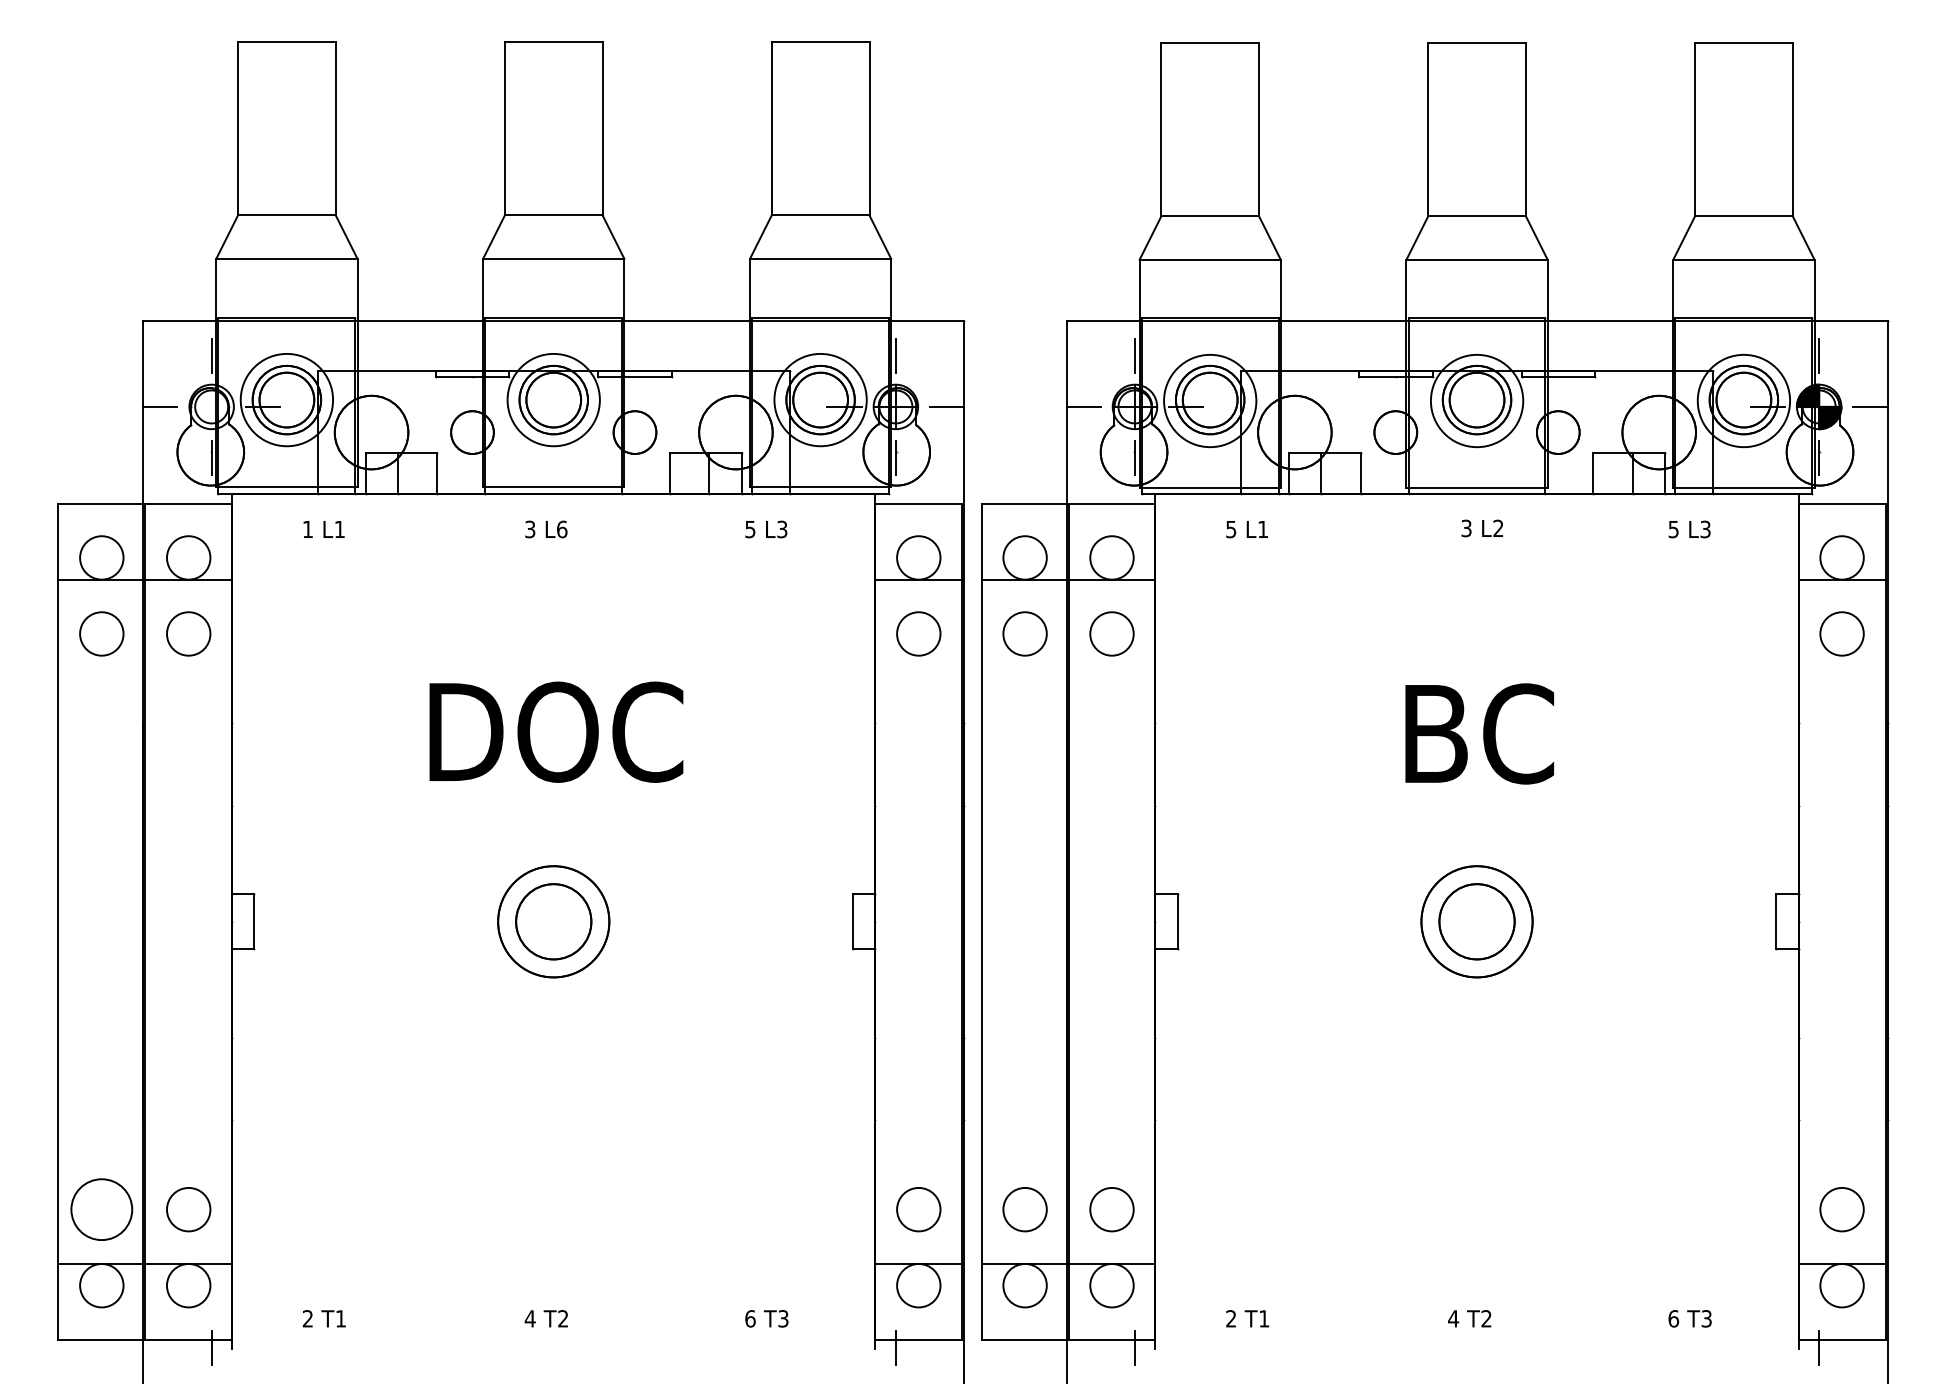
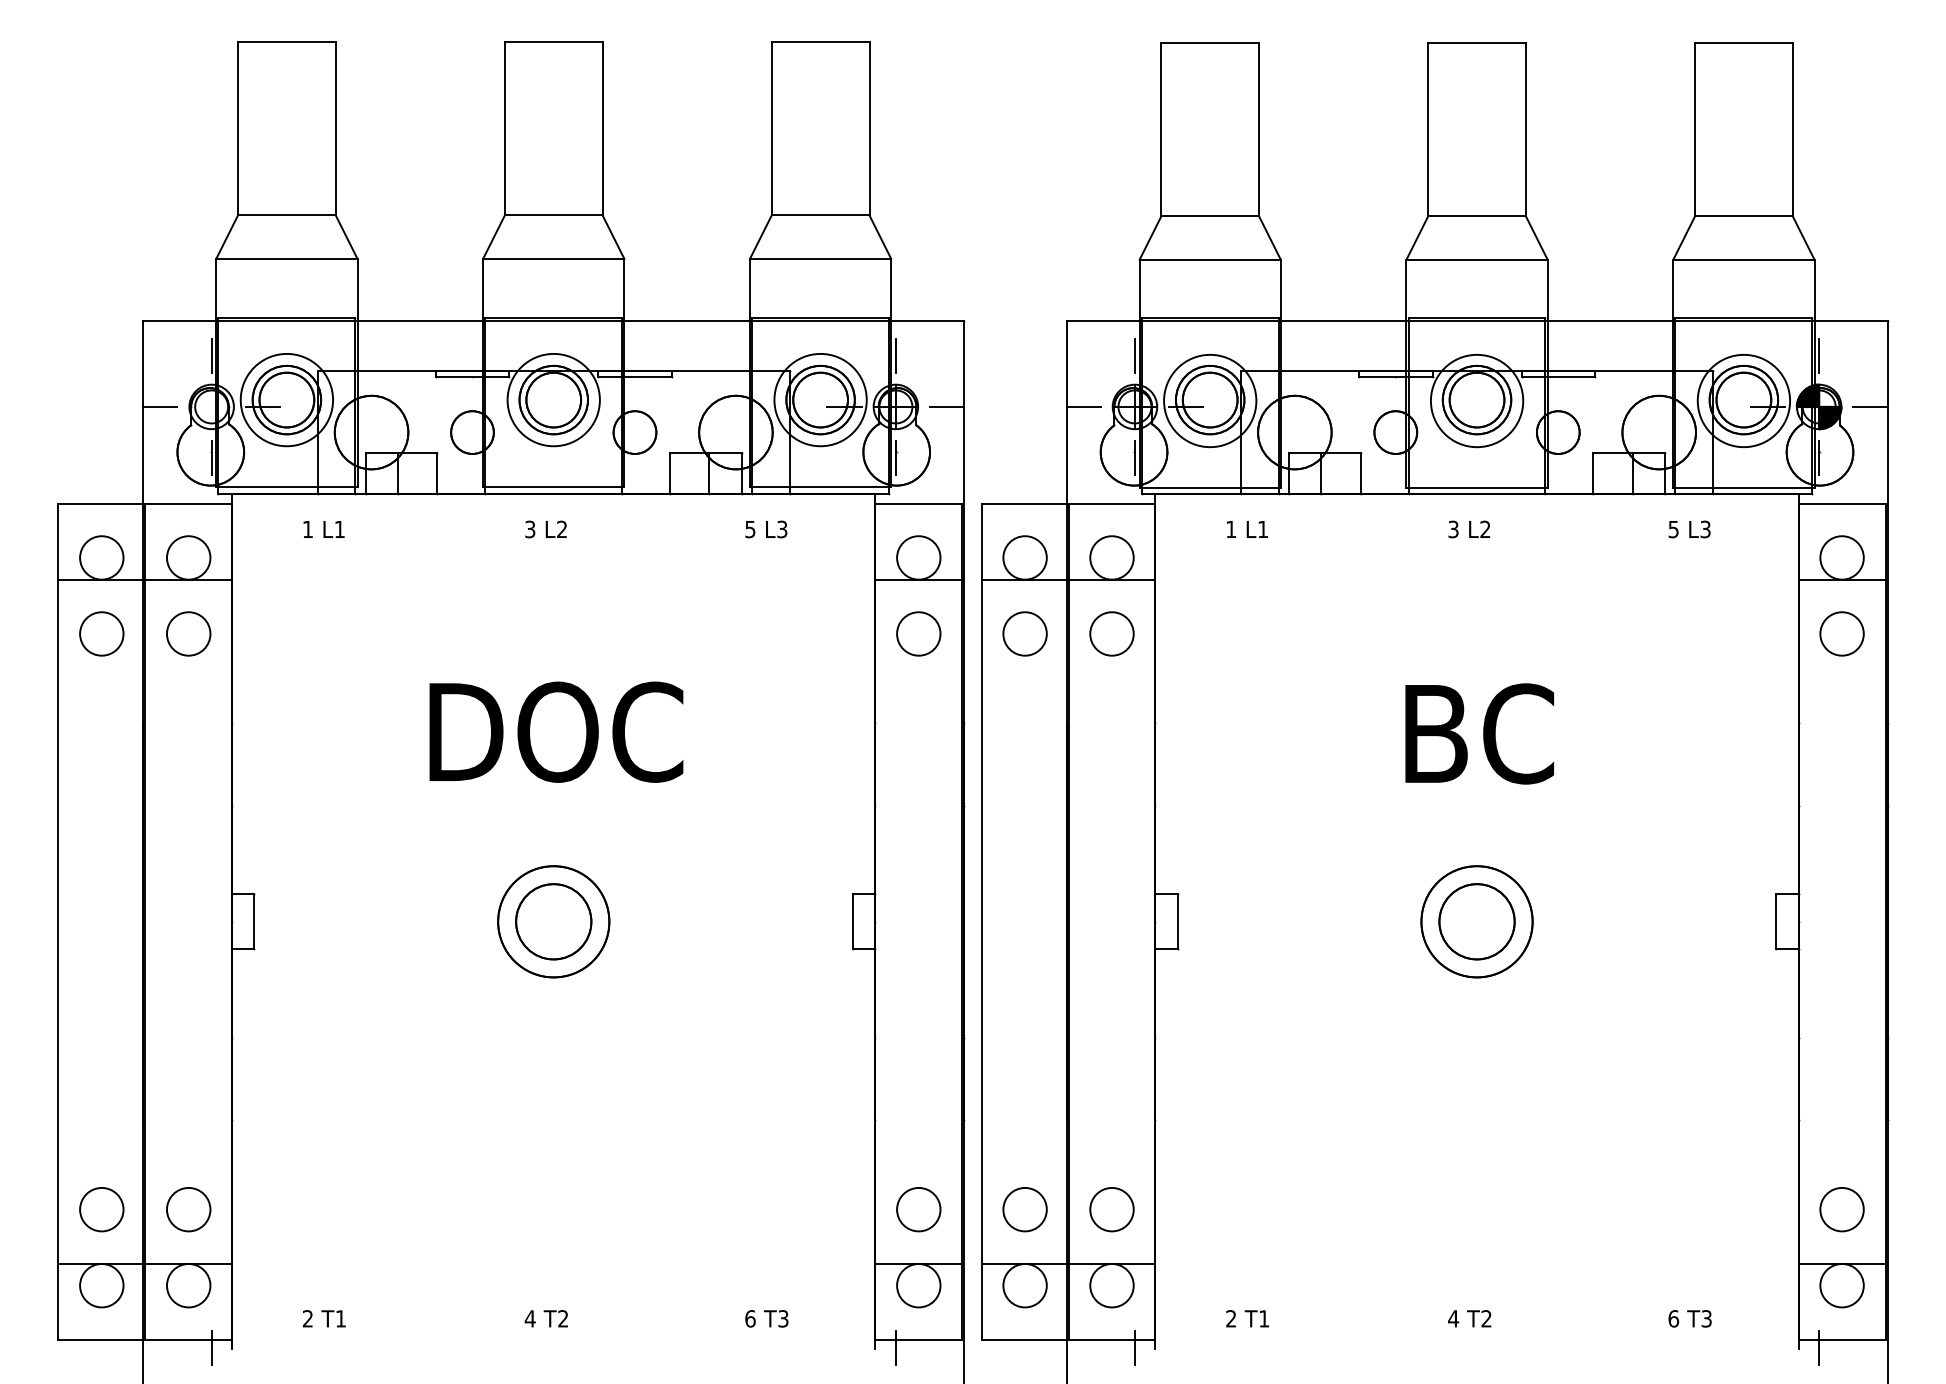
text at (1482, 528) position: (1482, 528) -> (1469, 529)
text at (562, 529): L6 -> L2
text at (1231, 529): 5 -> 1
circle at (101, 1209) diameter: 61 px -> 43 px
